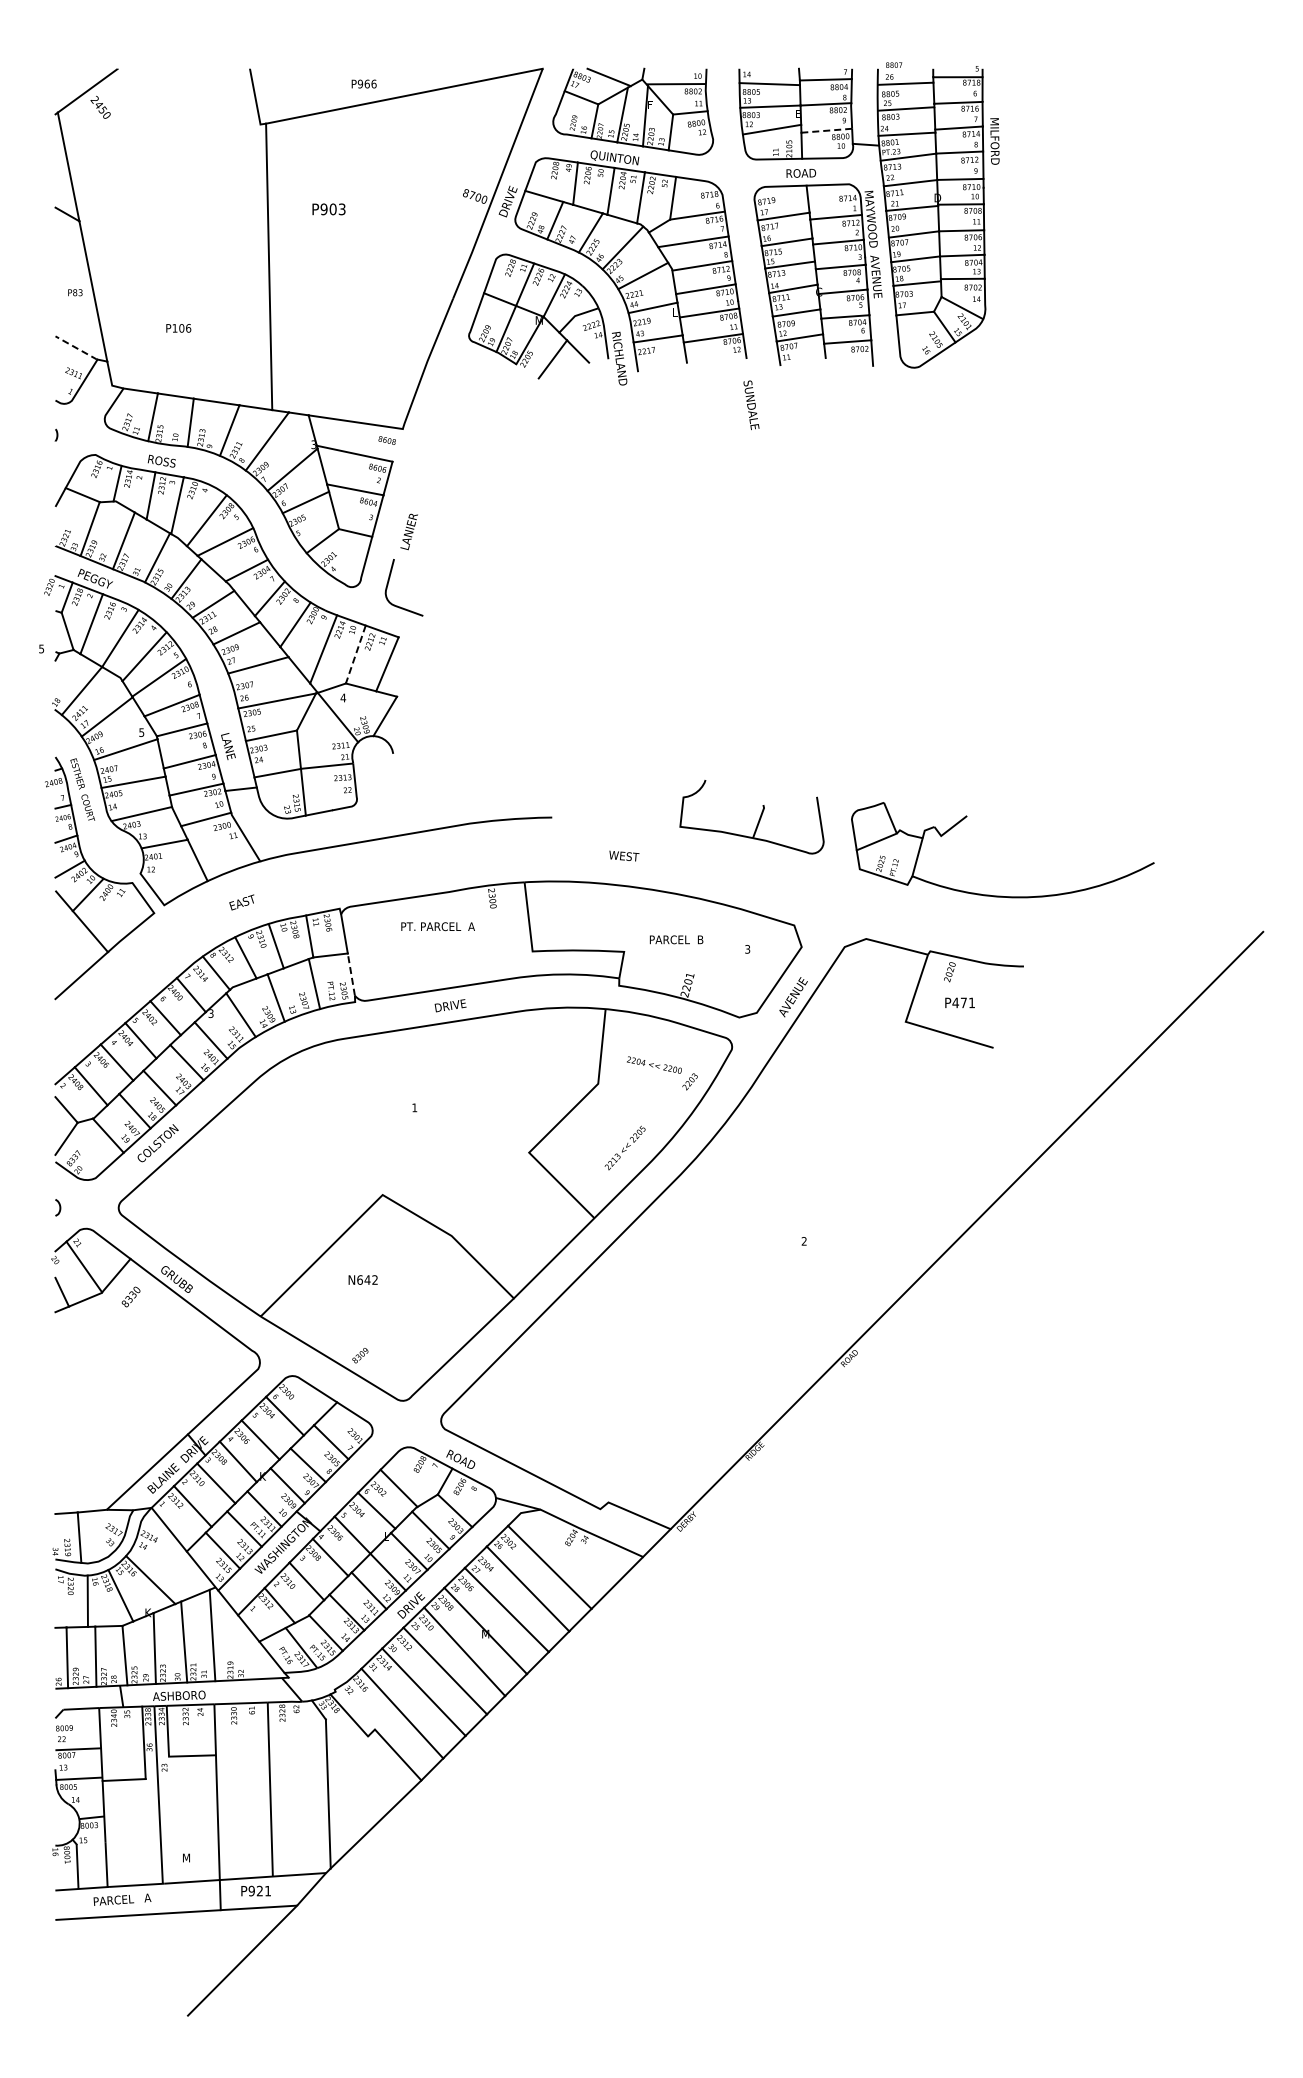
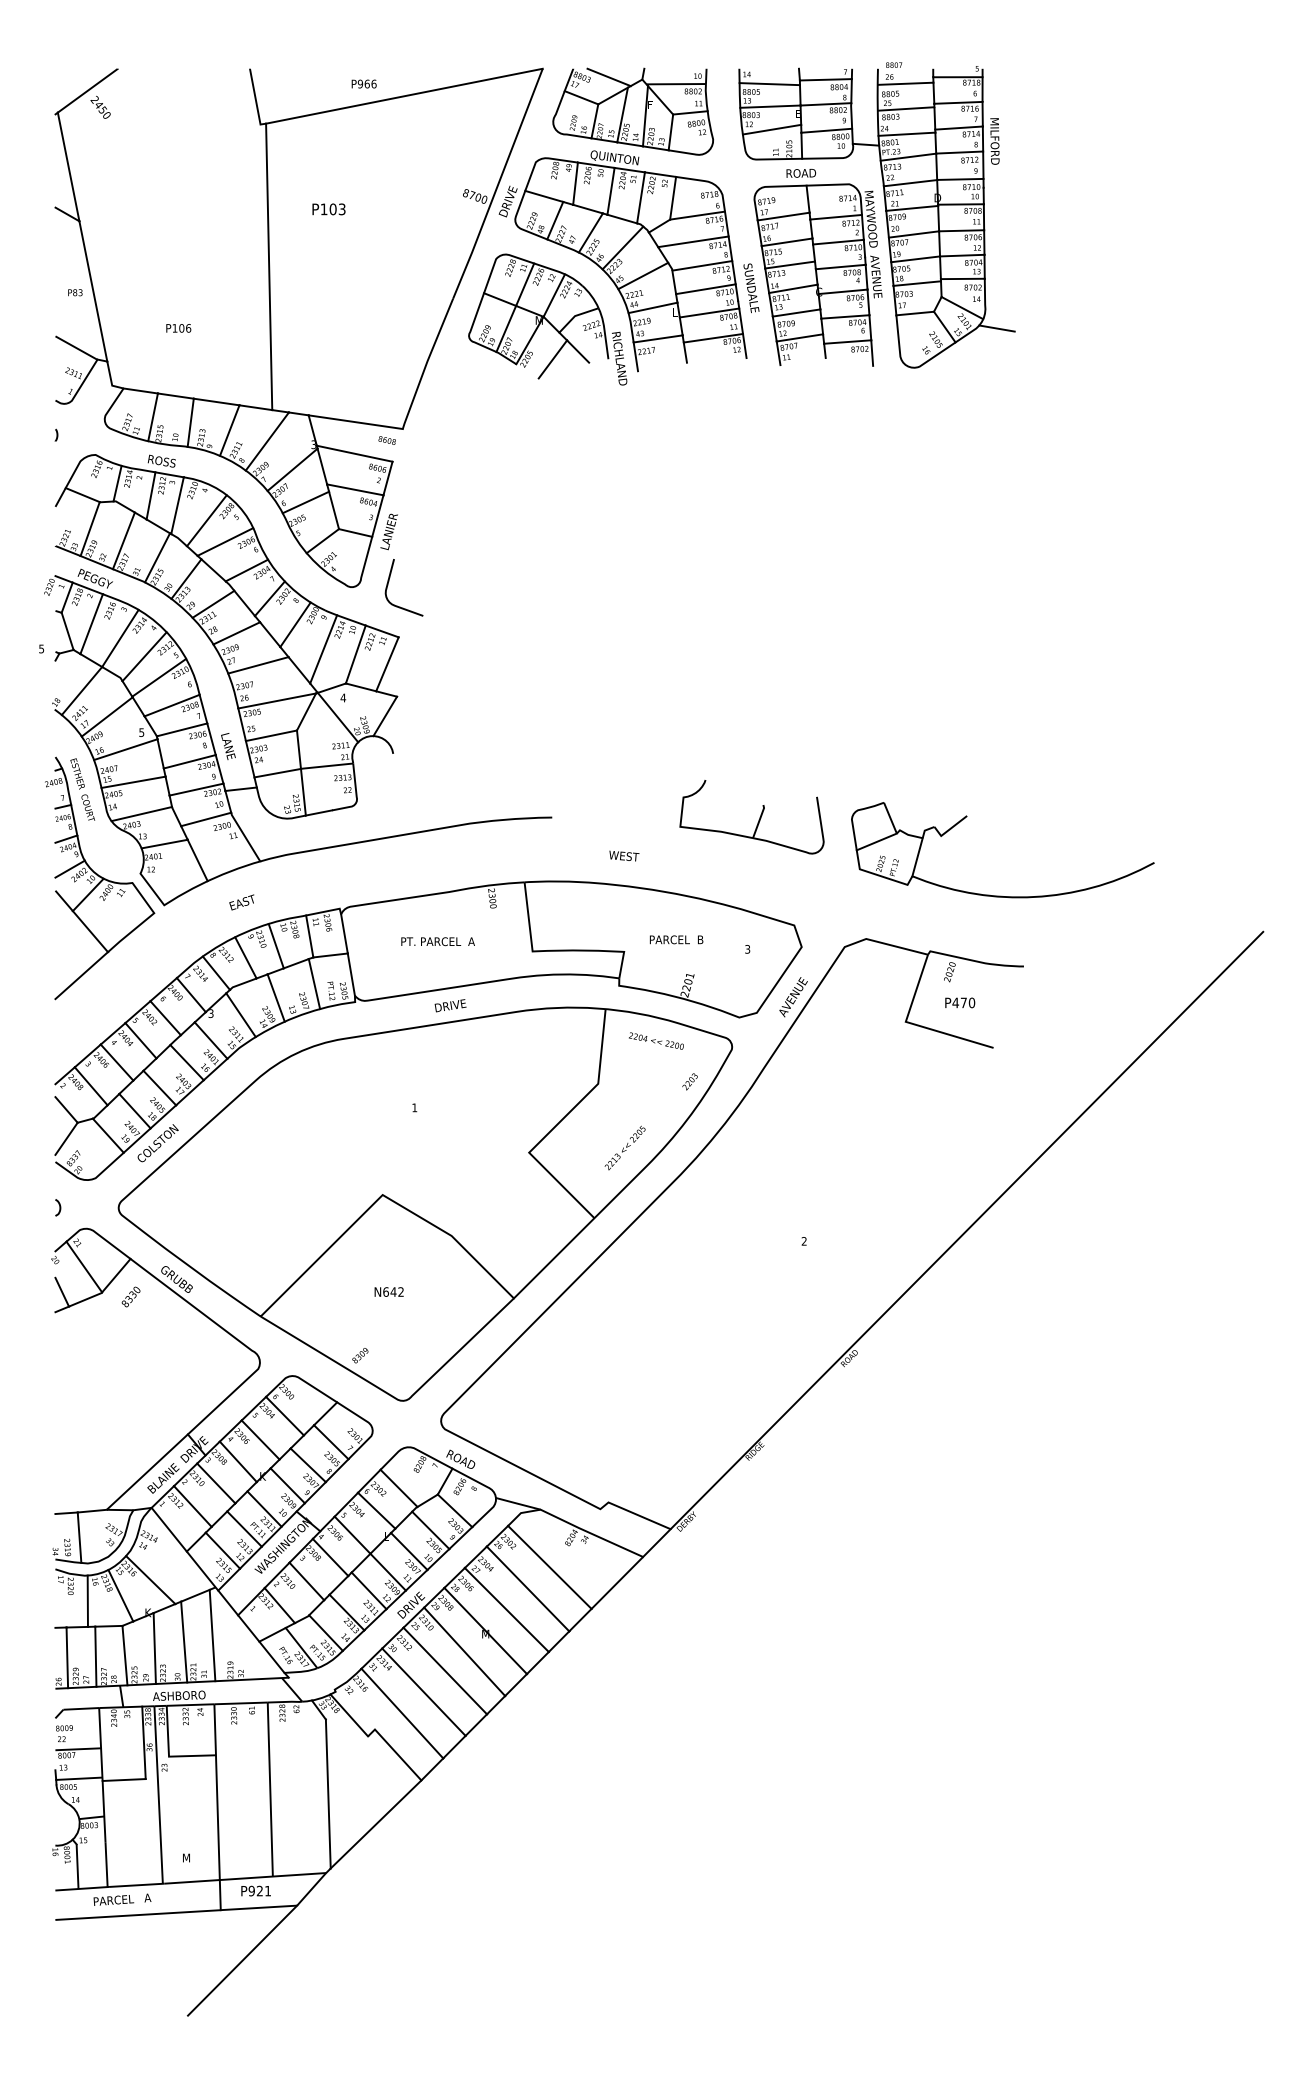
line at (826, 130): dashed -> solid
text at (323, 209): P903 -> P103
line at (996, 328): none -> present
line at (77, 348): dashed -> solid
text at (751, 405) position: (751, 405) -> (751, 288)
text at (408, 531) position: (408, 531) -> (388, 531)
line at (355, 654): dashed -> solid
text at (437, 926) position: (437, 926) -> (437, 941)
line at (351, 974): dashed -> solid
text at (971, 1002): P471 -> P470
text at (654, 1064) position: (654, 1064) -> (656, 1040)
text at (362, 1279) position: (362, 1279) -> (388, 1291)
